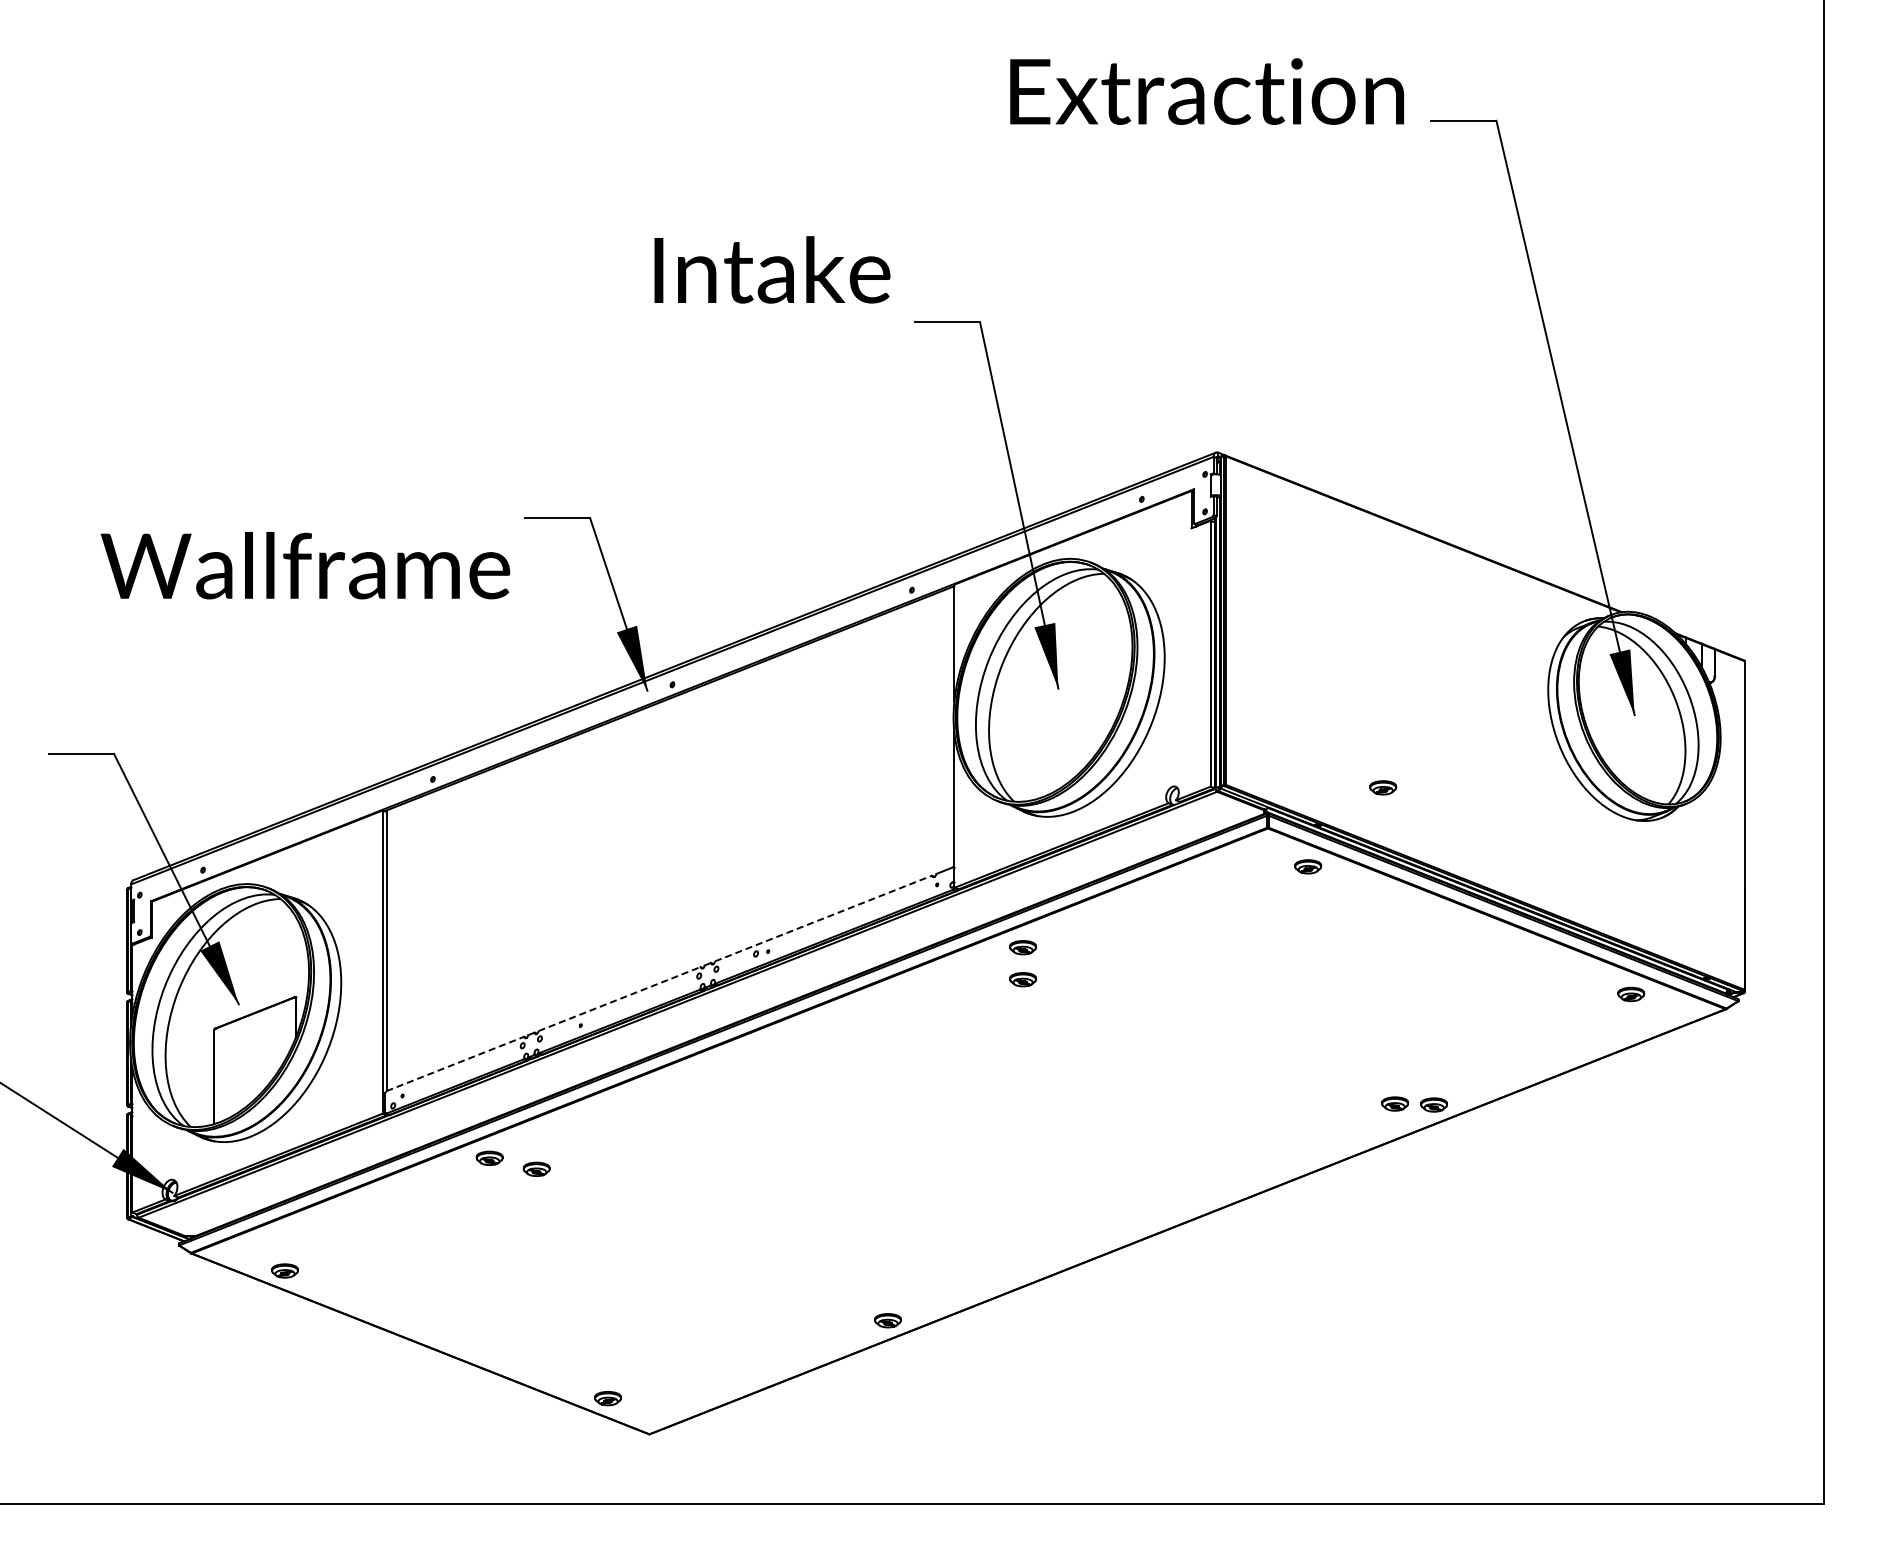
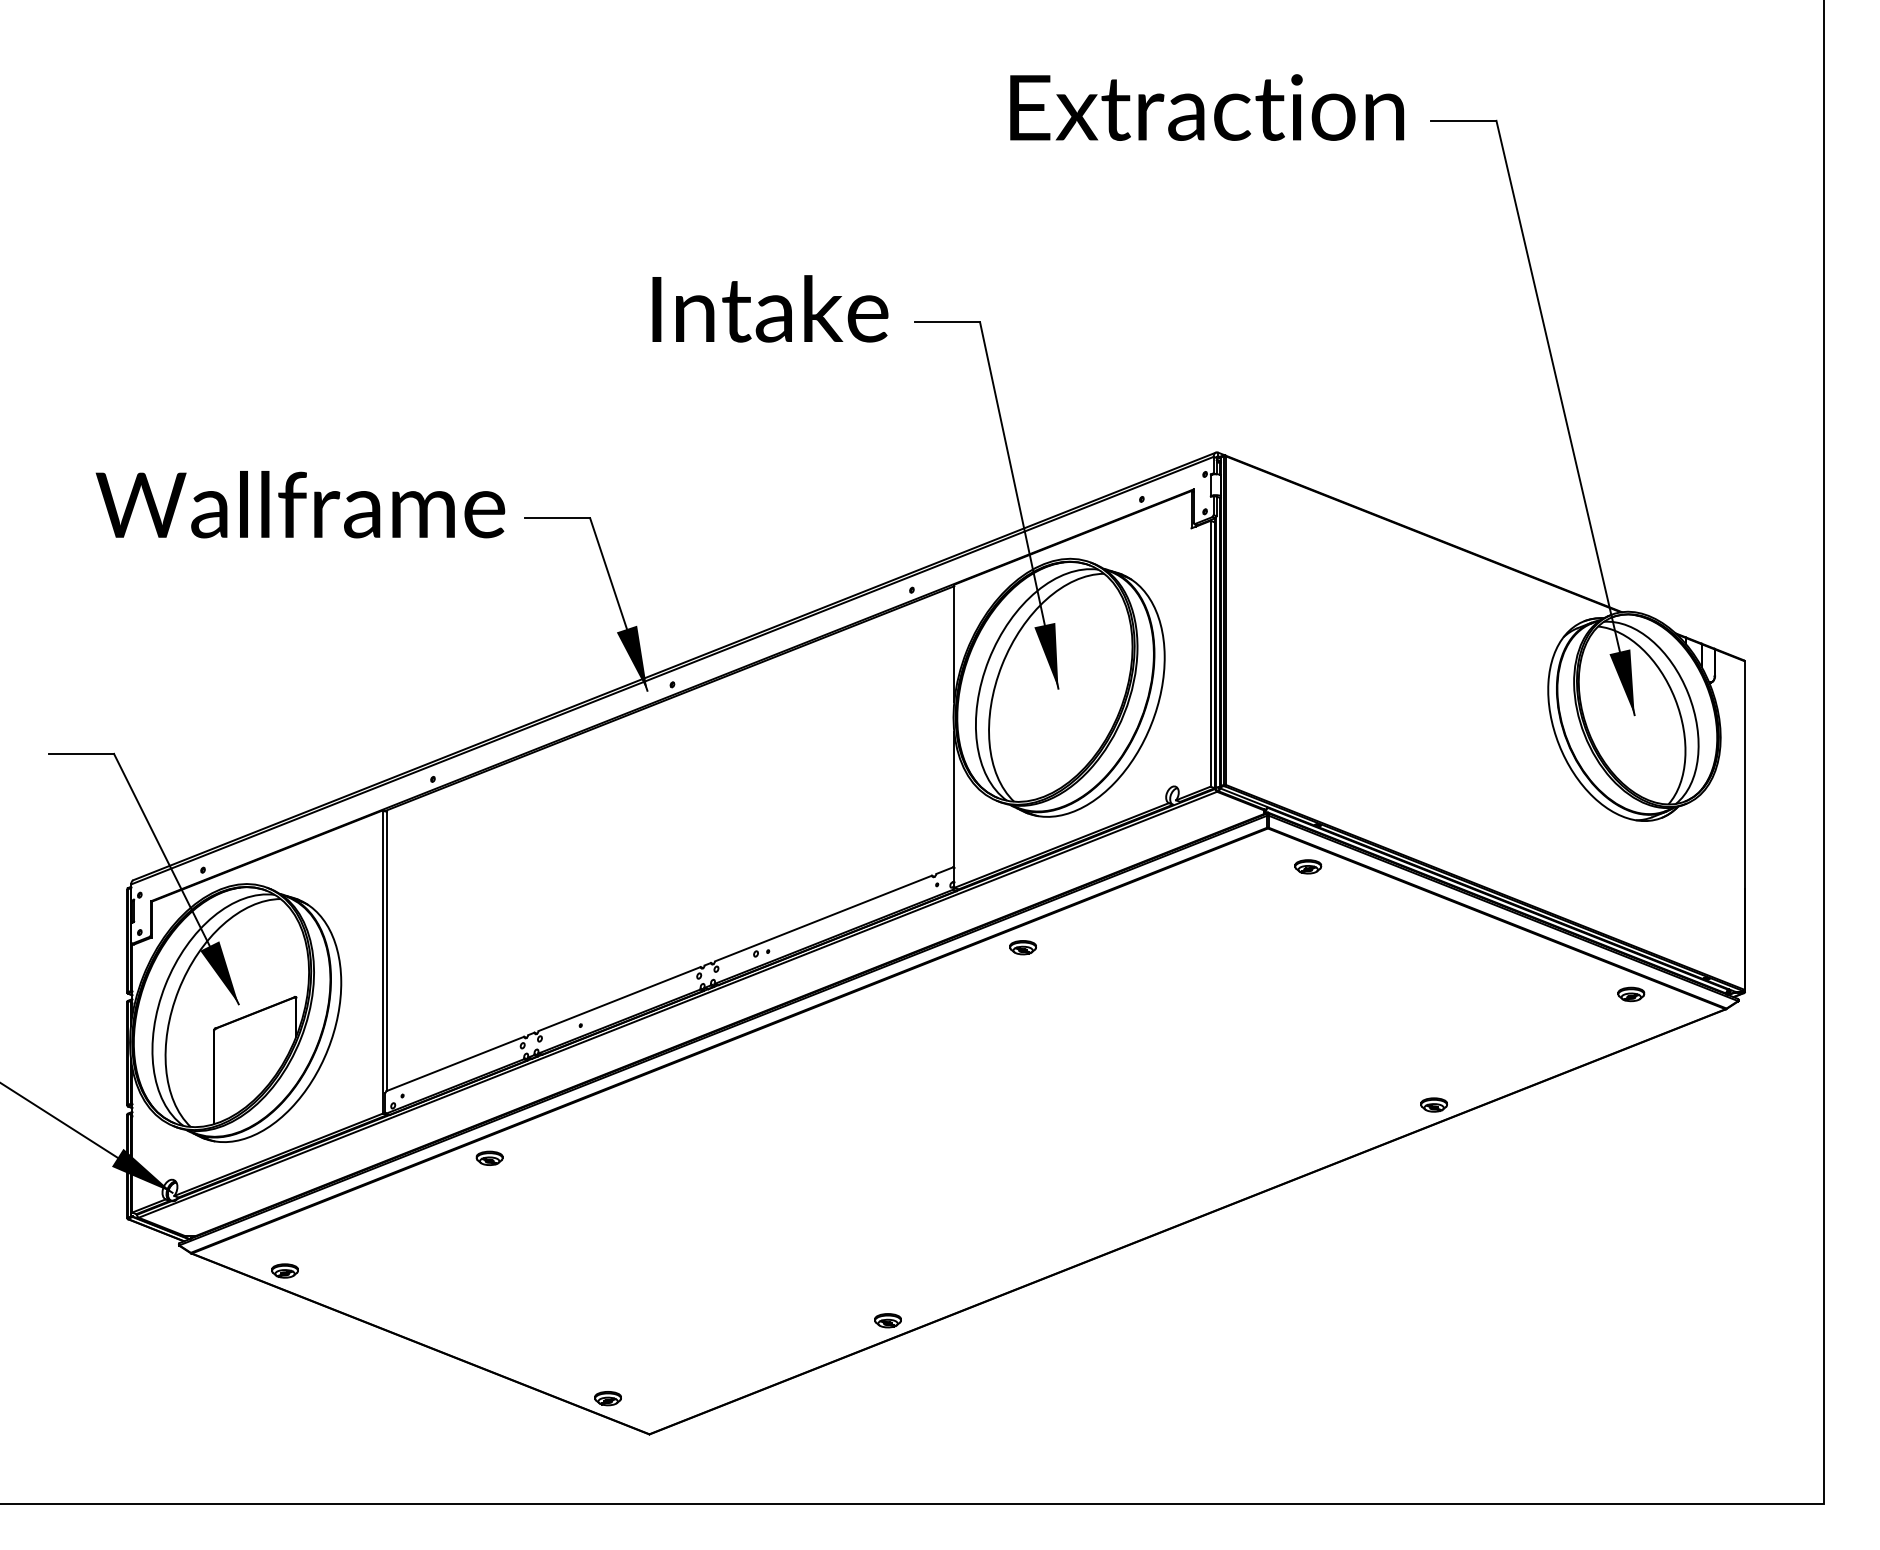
text at (1207, 91) position: (1207, 91) -> (1207, 107)
text at (772, 269) position: (772, 269) -> (770, 308)
text at (305, 565) position: (305, 565) -> (300, 504)
part at (1383, 787): present -> none
line at (823, 918): dashed -> solid
part at (1022, 979): present -> none
line at (620, 998): dashed -> solid
line at (455, 1063): dashed -> solid
part at (1394, 1103): present -> none
part at (536, 1168): present -> none
